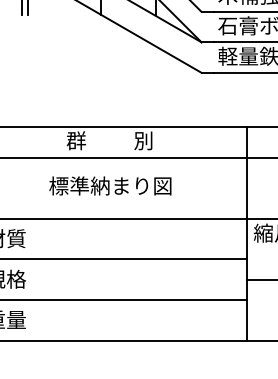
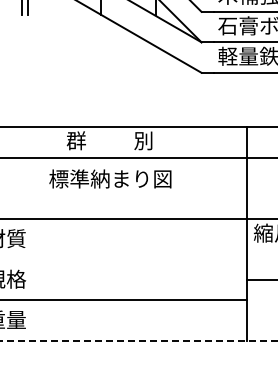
text at (110, 185) position: (110, 185) -> (110, 178)
line at (125, 259): present -> none
line at (139, 340): solid -> dashed
